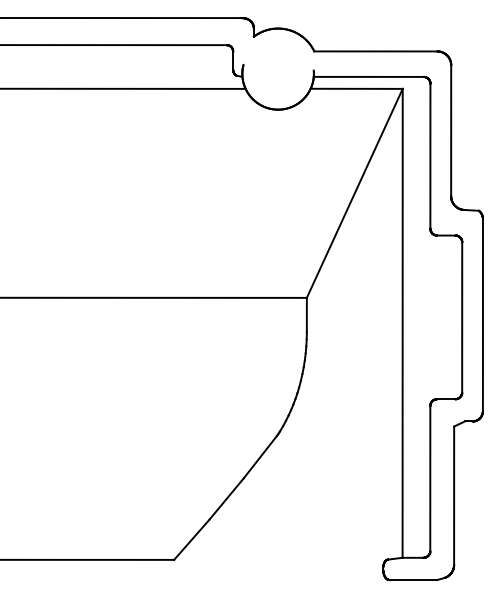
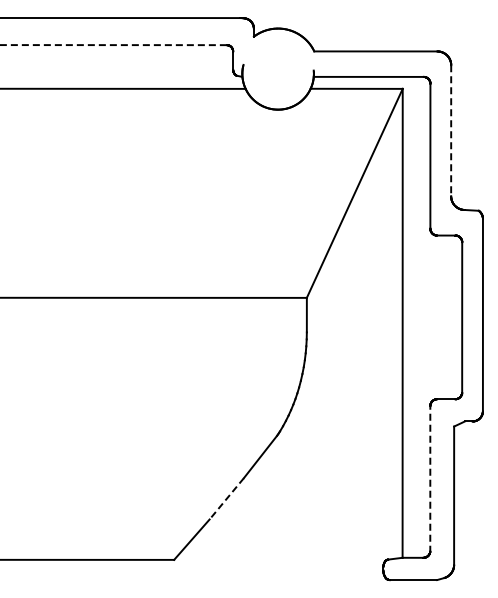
line at (112, 45): solid -> dashed
line at (451, 130): solid -> dashed
line at (430, 478): solid -> dashed
line at (226, 498): solid -> dashed
